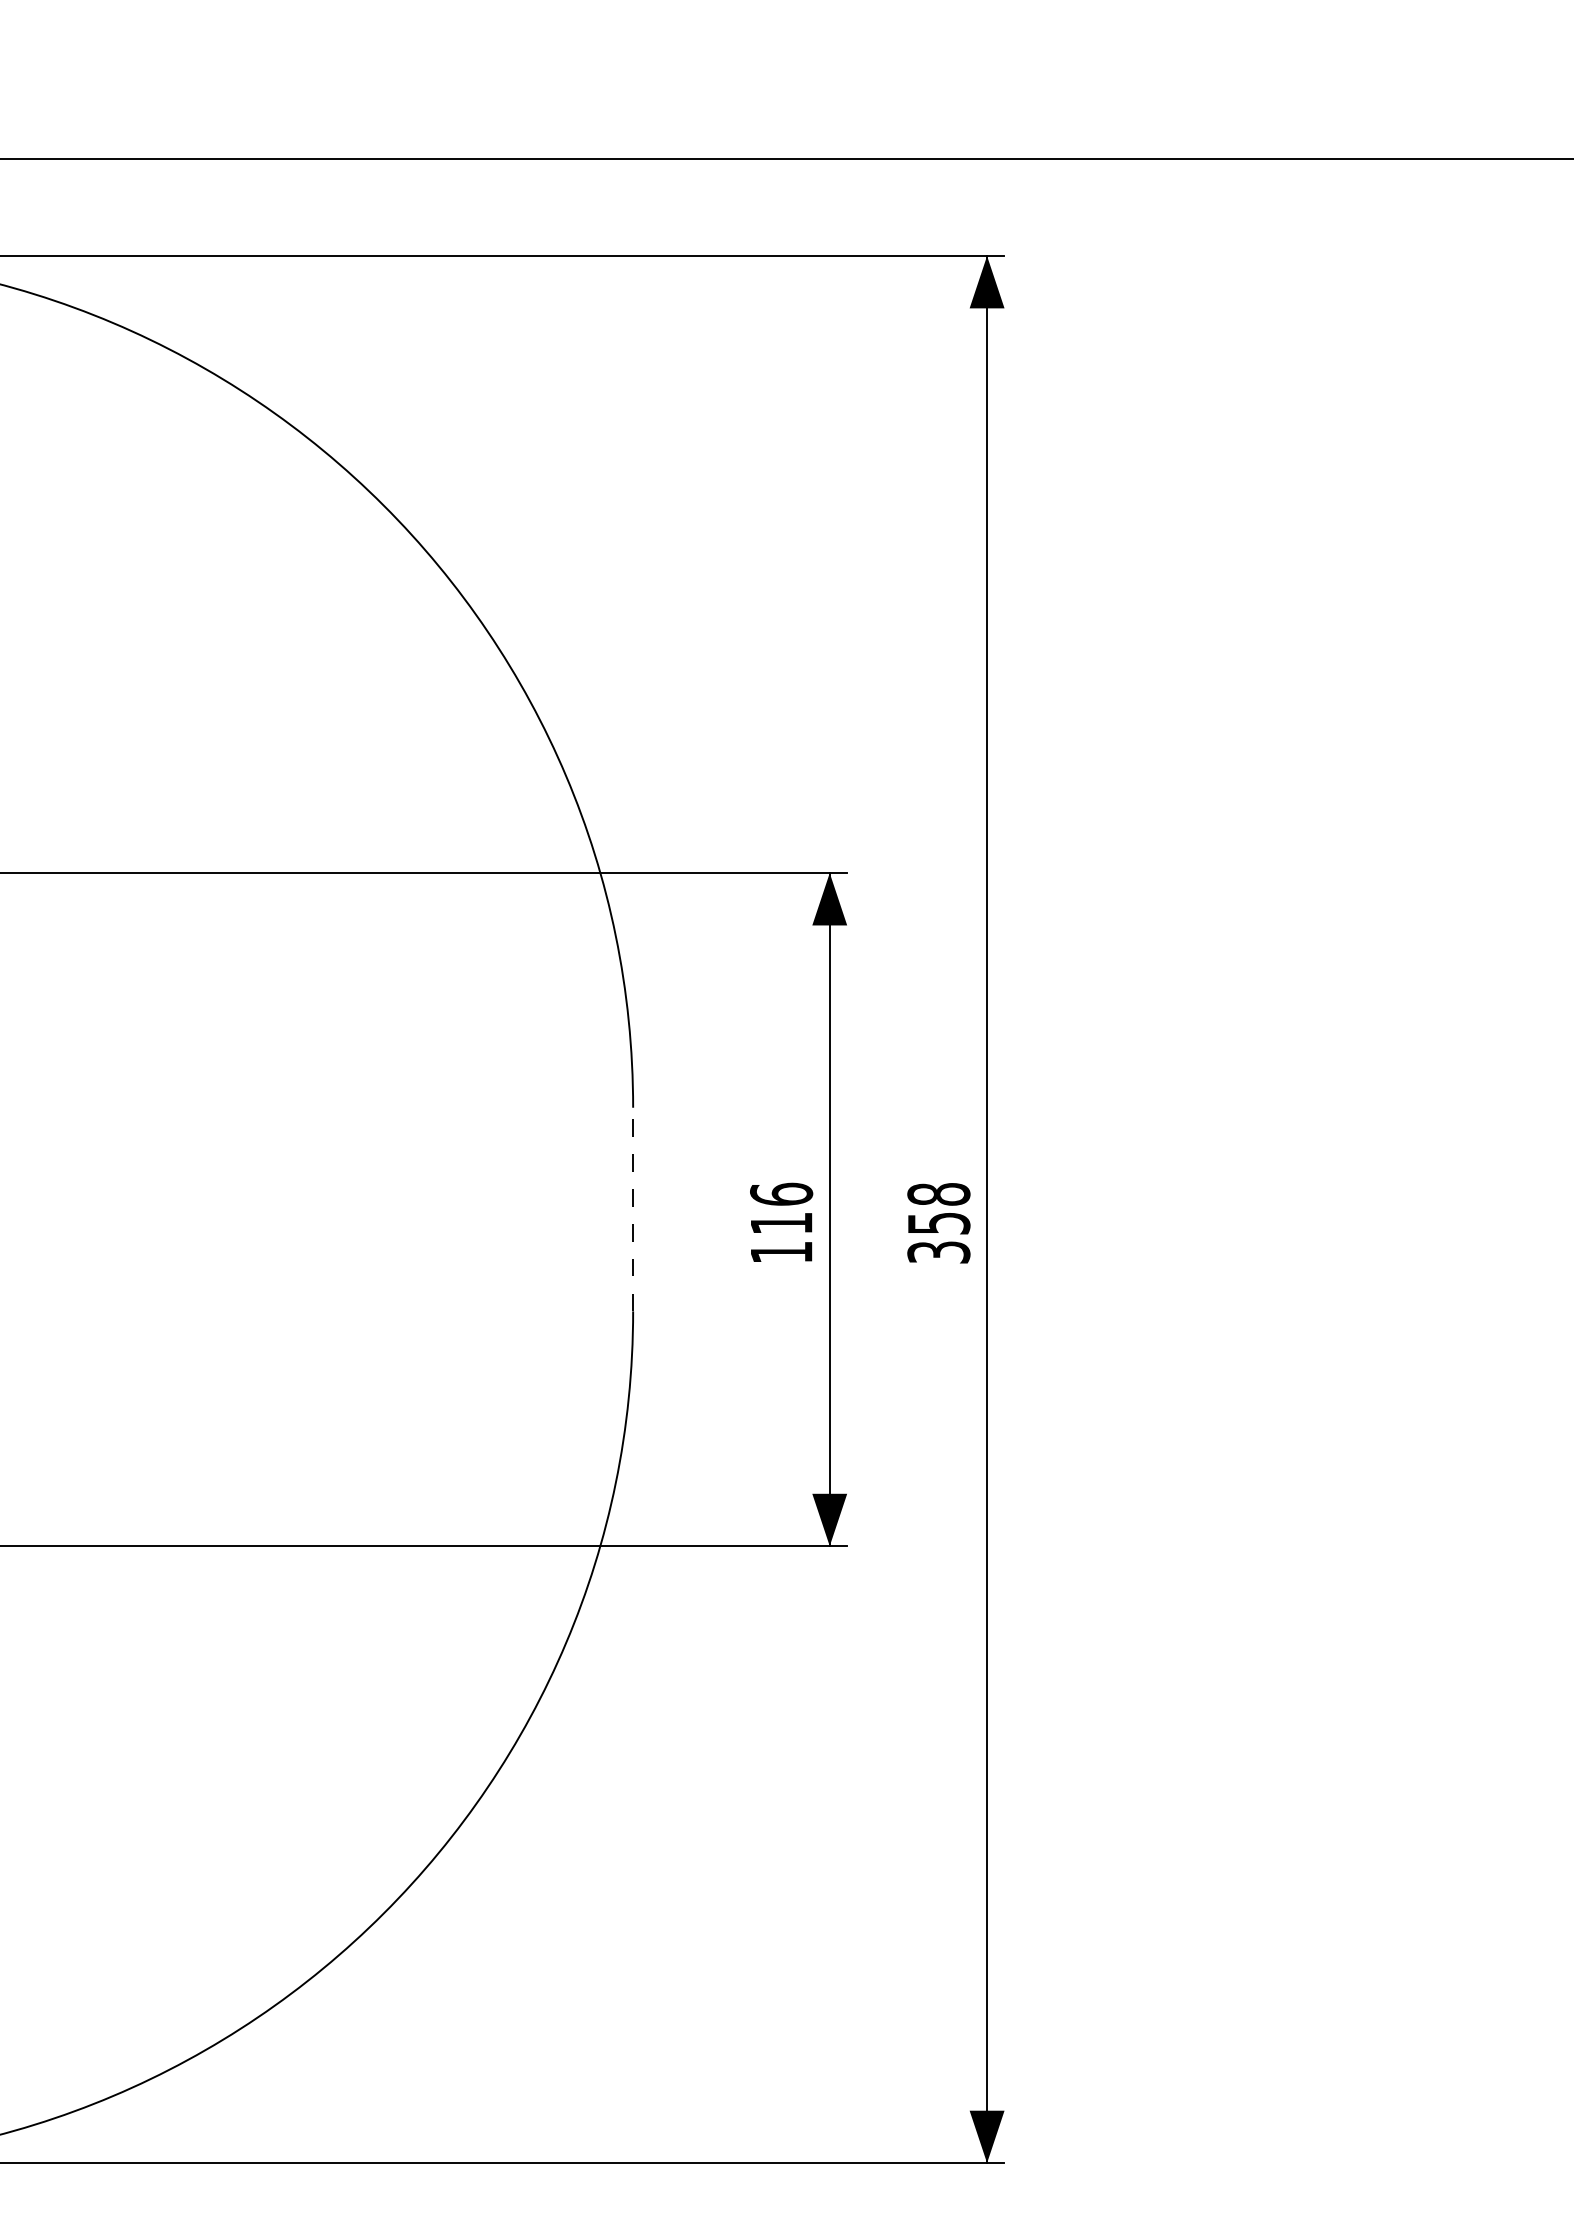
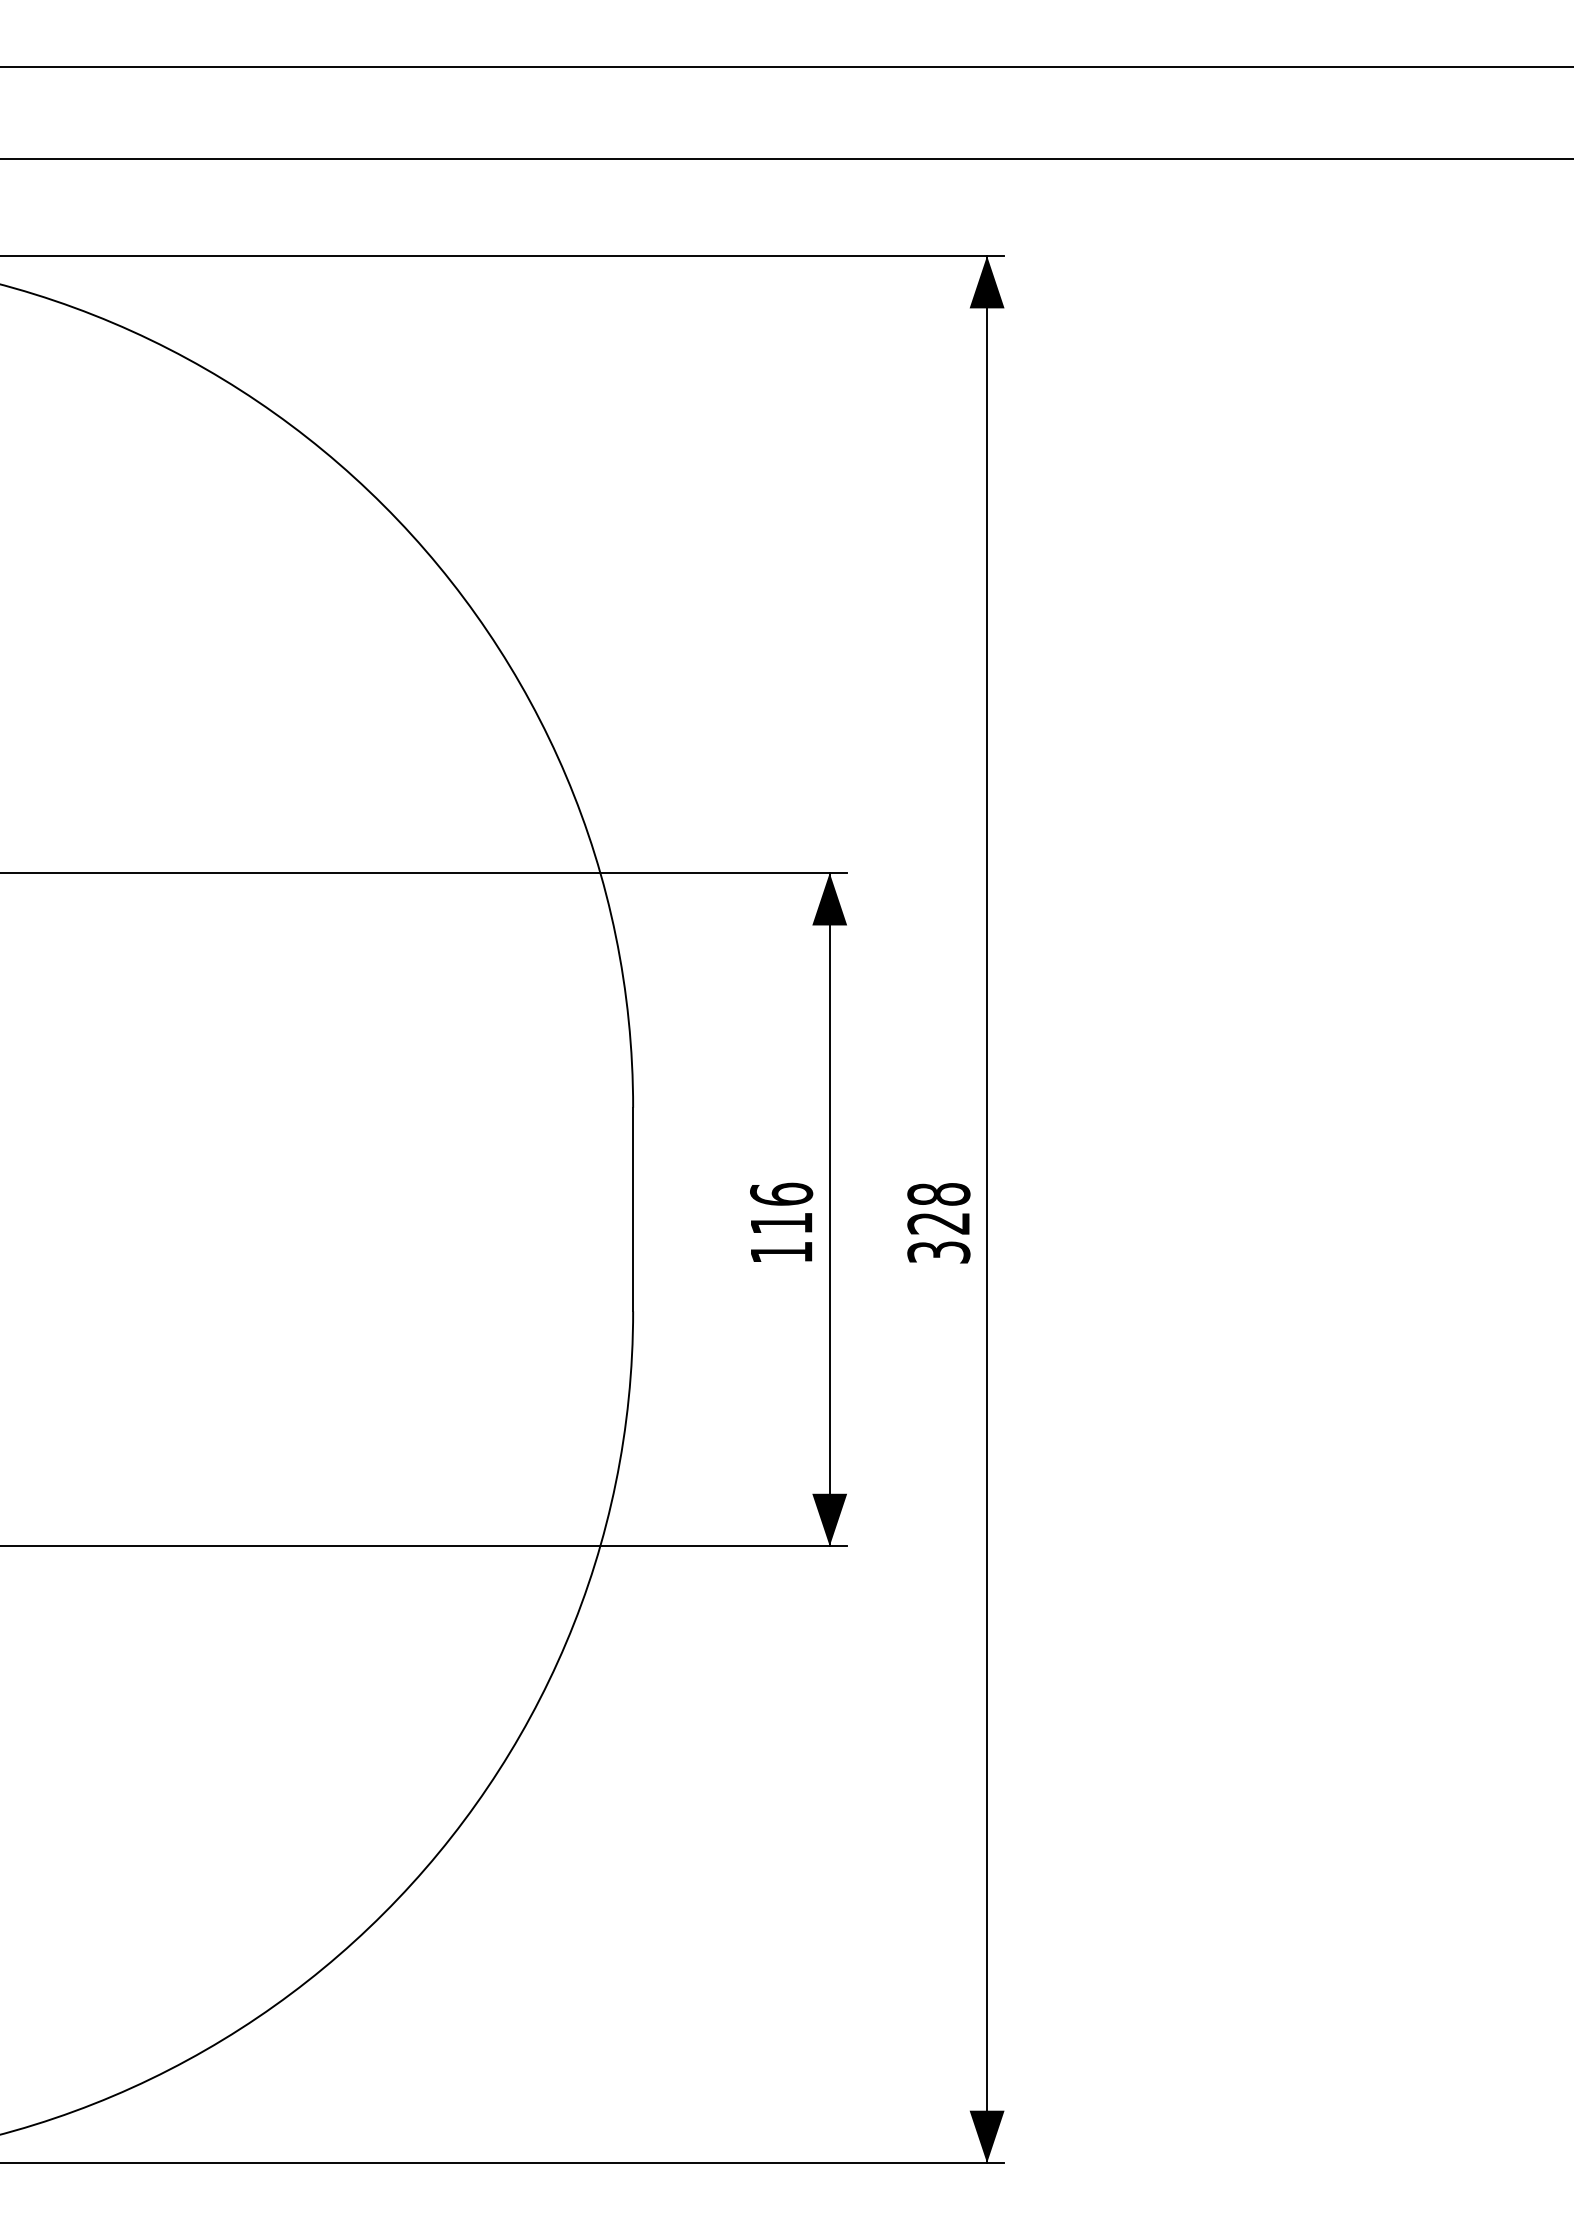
line at (786, 66): none -> present
line at (632, 1209): dashed -> solid
text at (938, 1223): 358 -> 328
